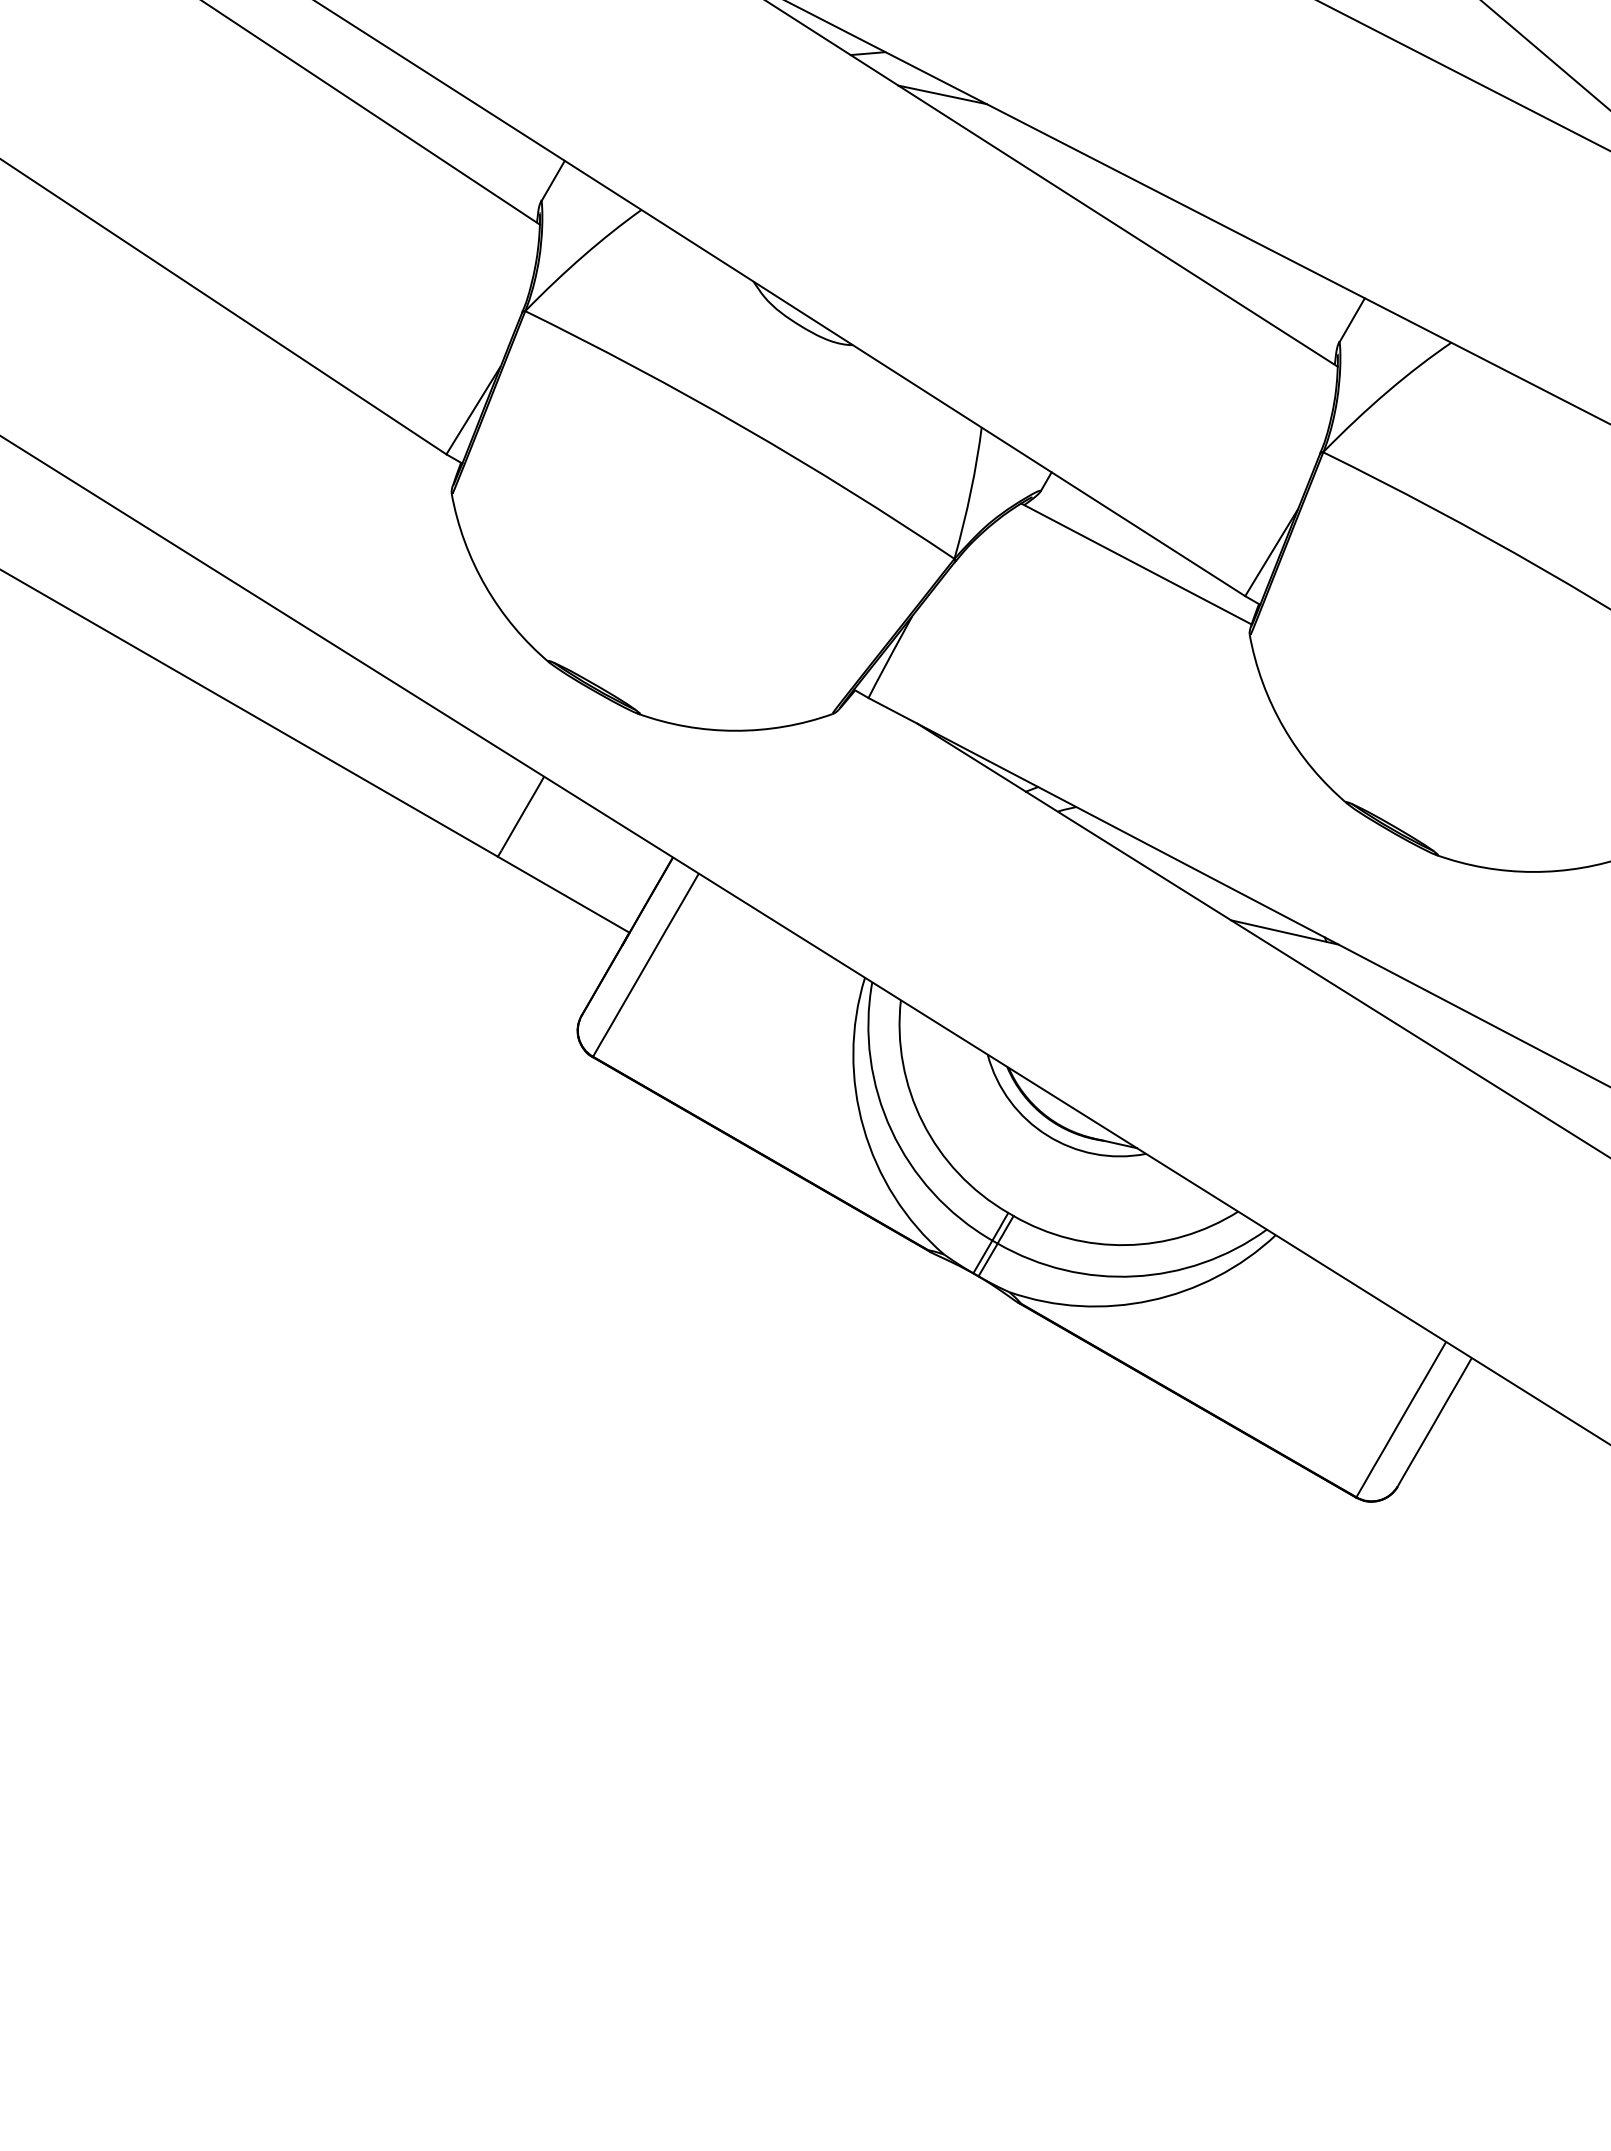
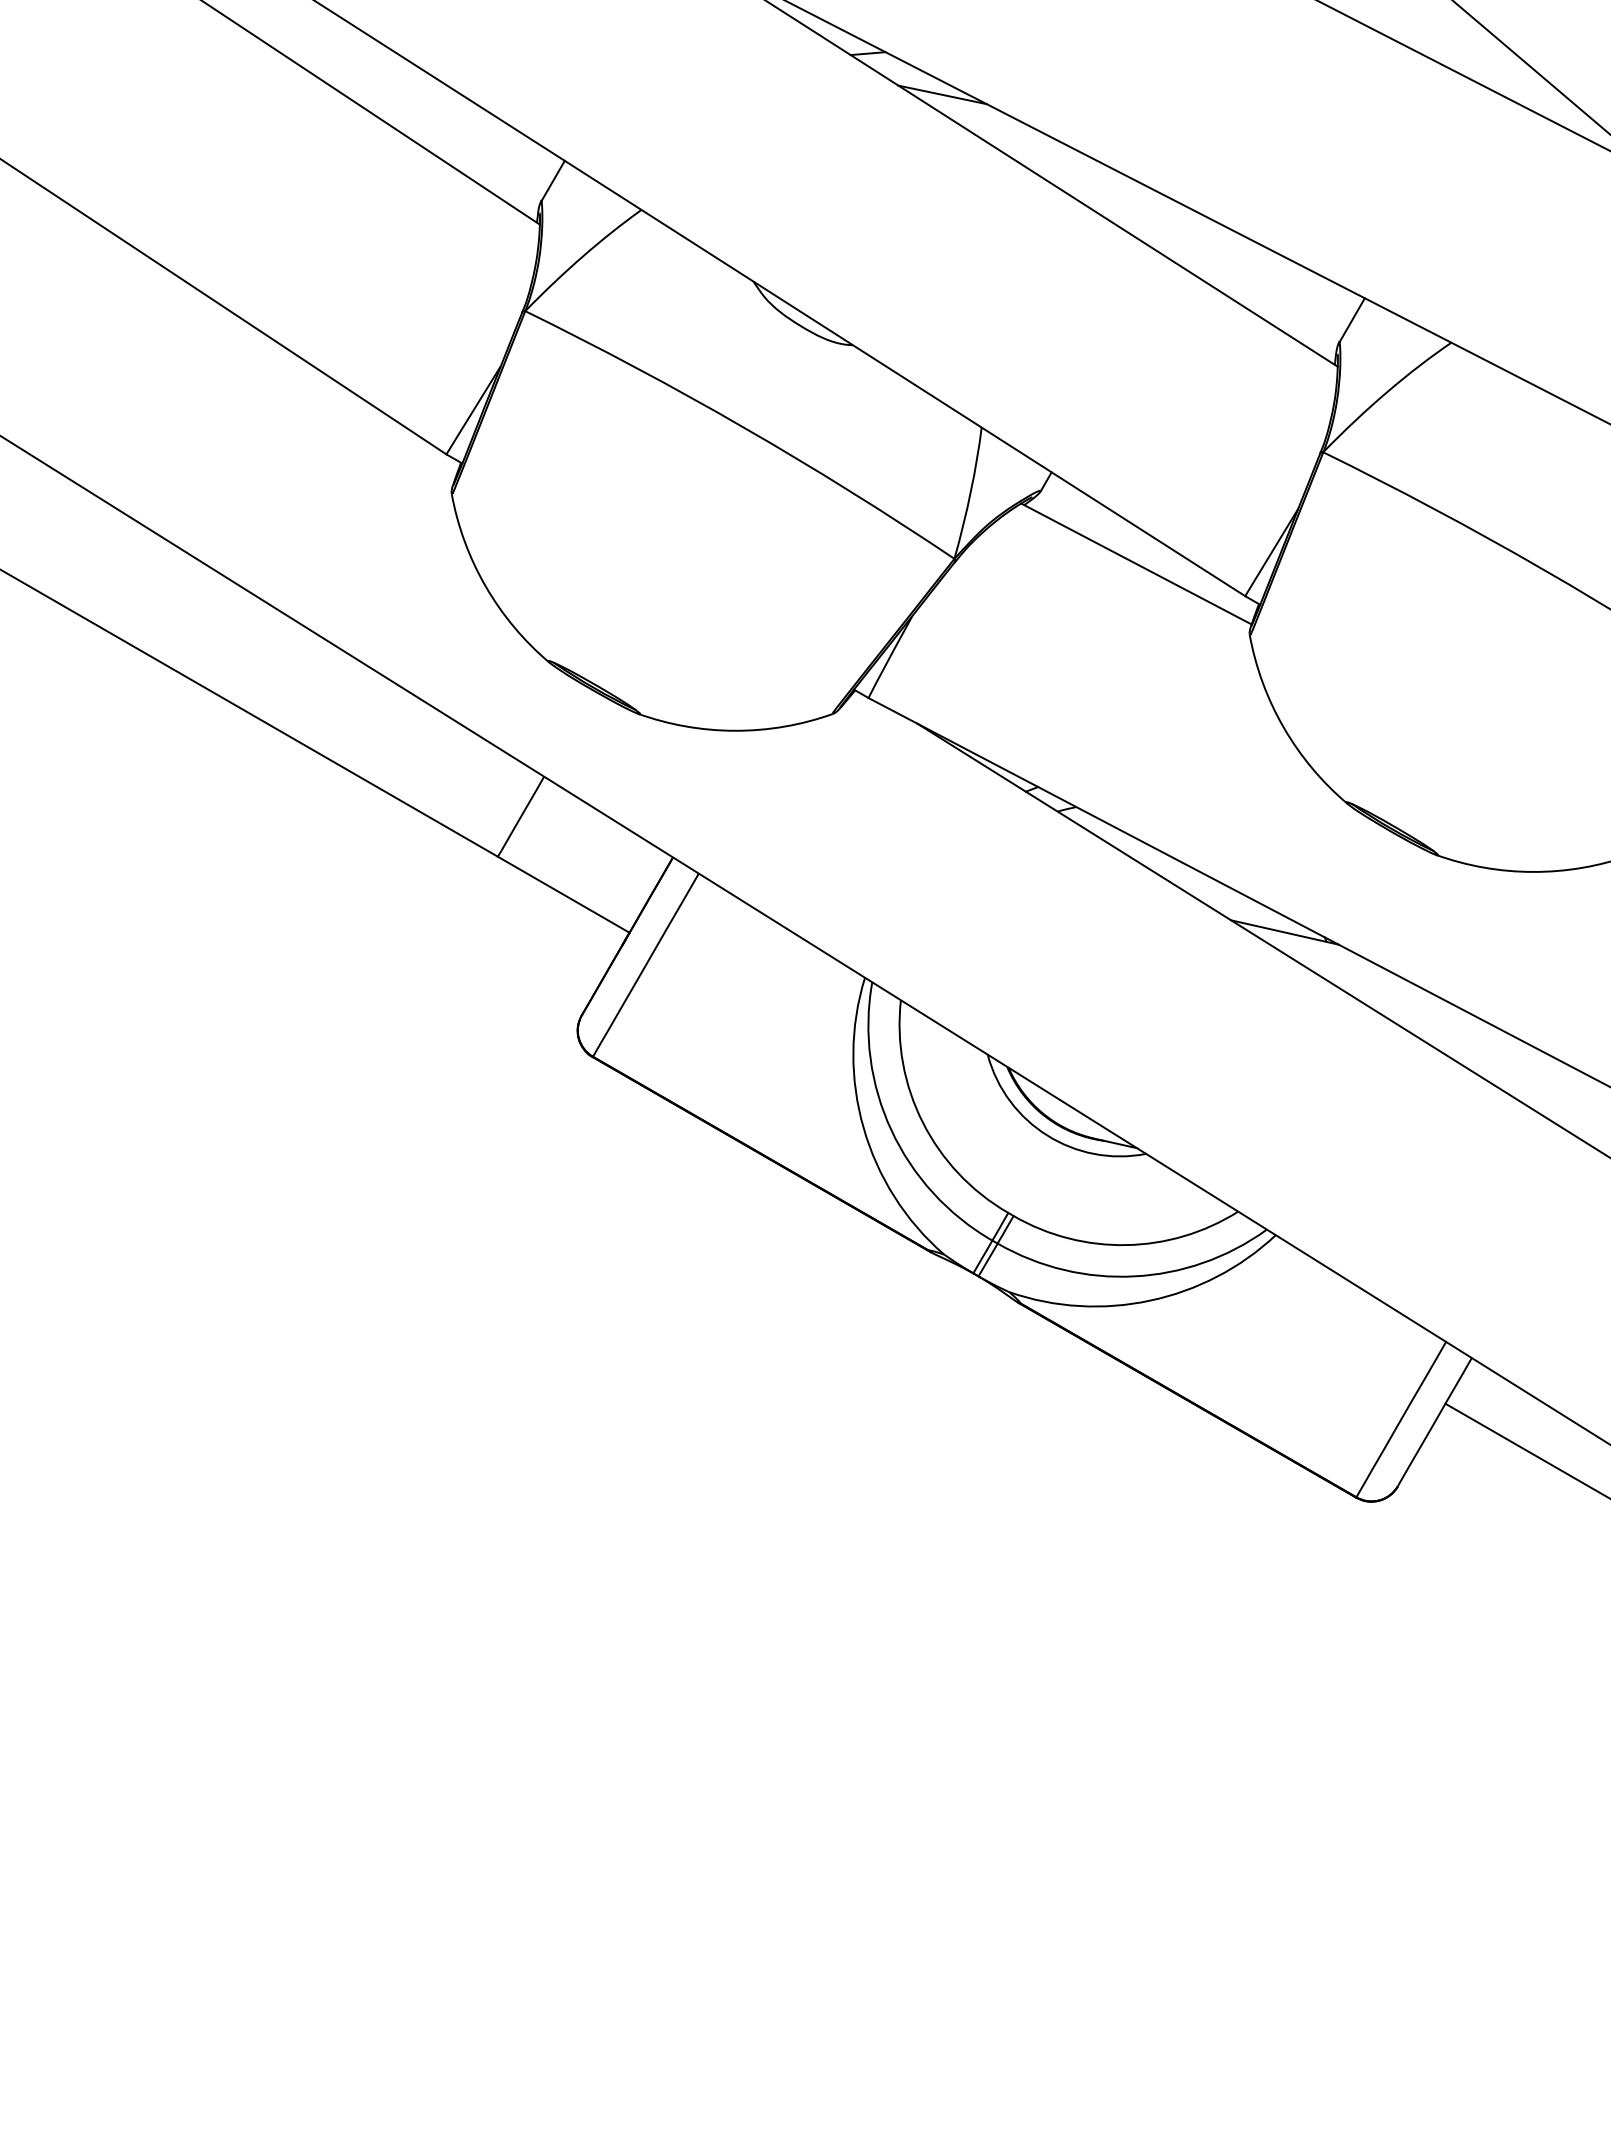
line at (1545, 55) position: (1545, 55) -> (1530, 67)
line at (1526, 1450): none -> present
